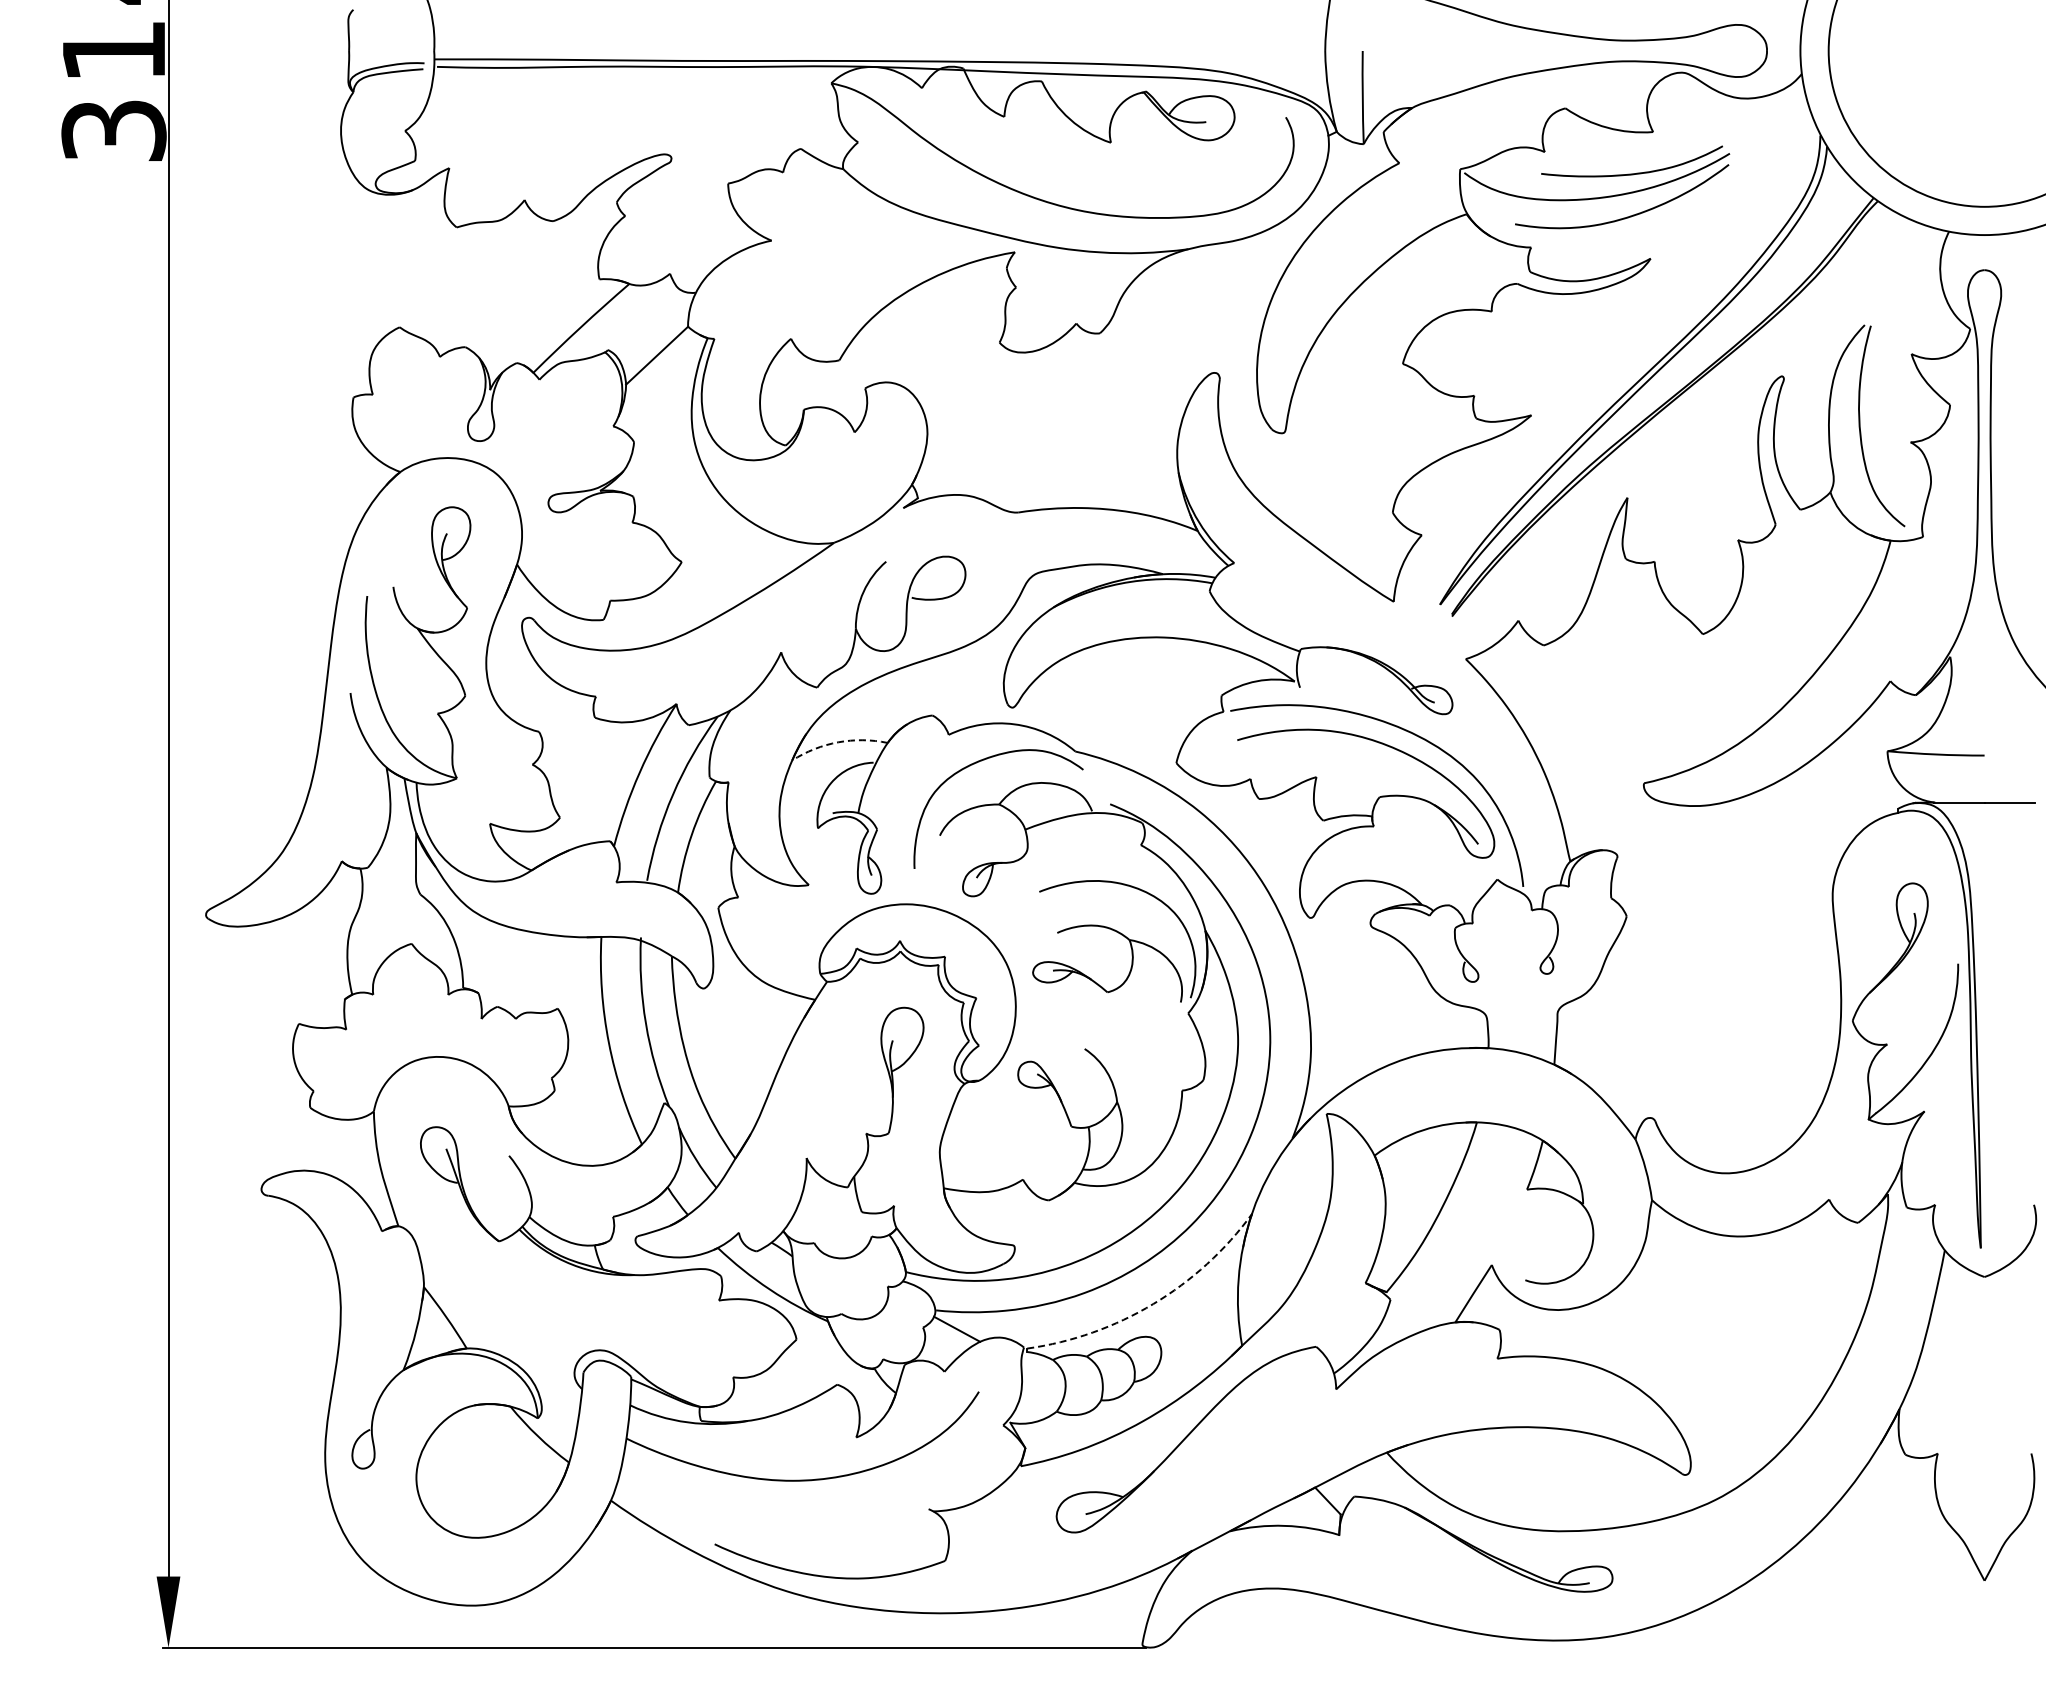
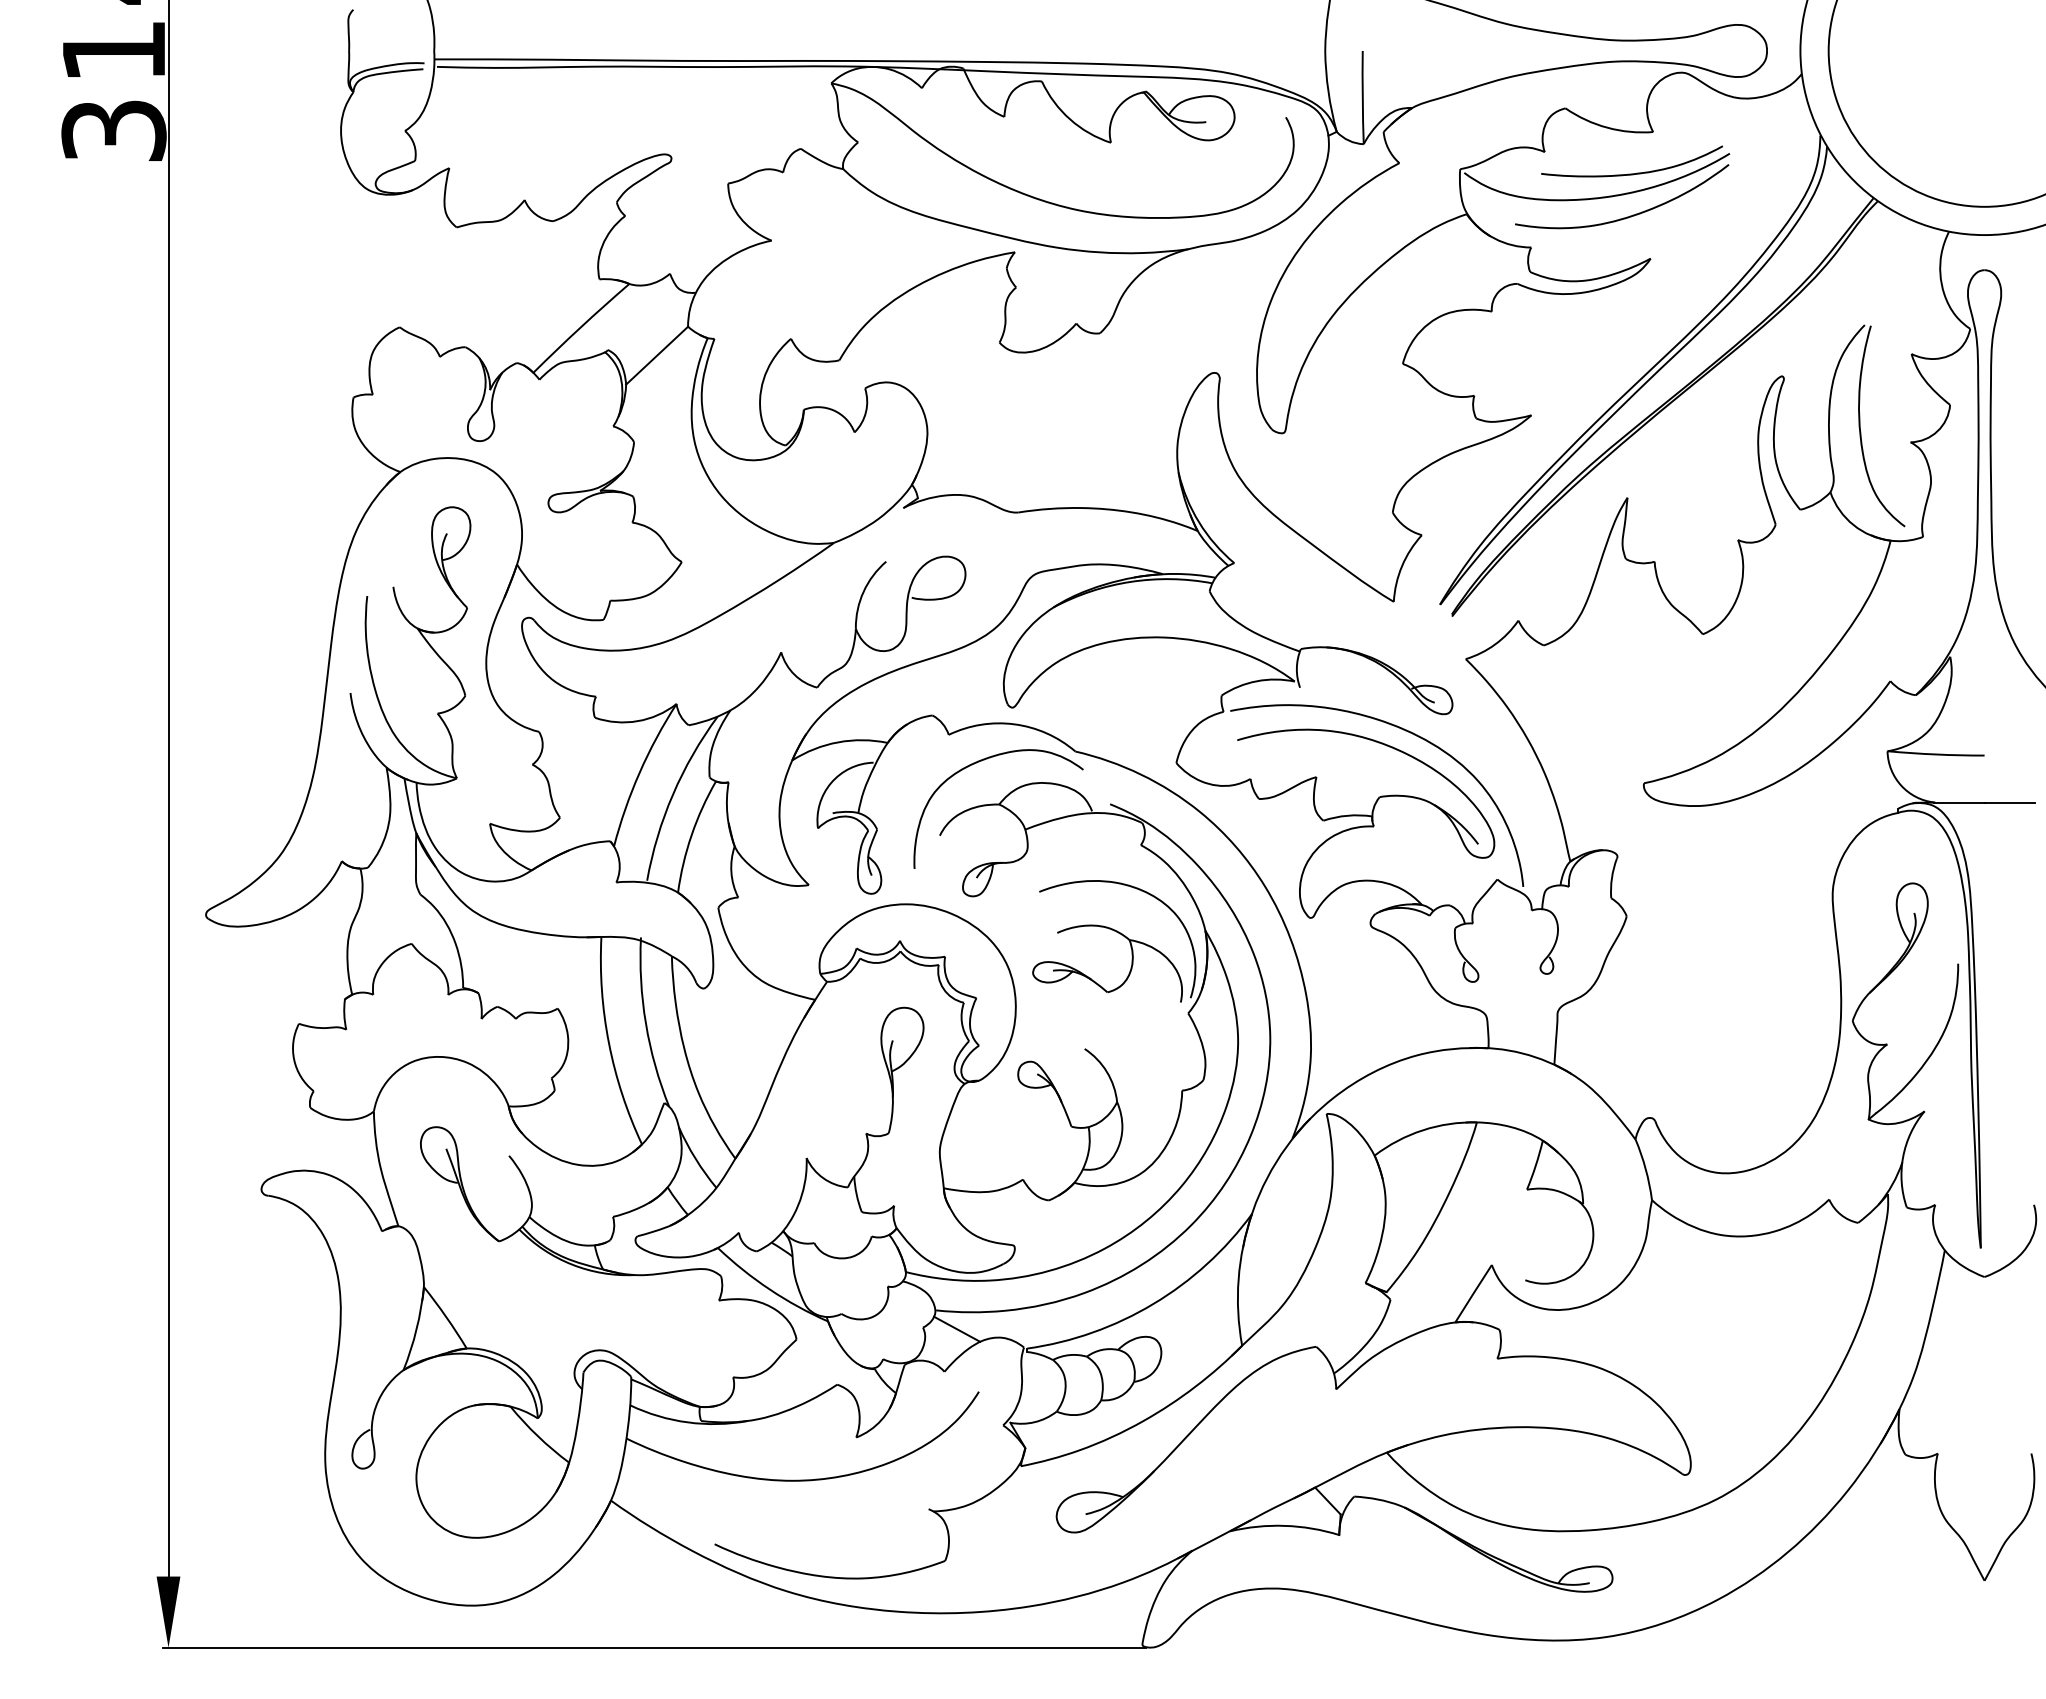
arc at (838, 742): dashed -> solid
arc at (1153, 1304): dashed -> solid
